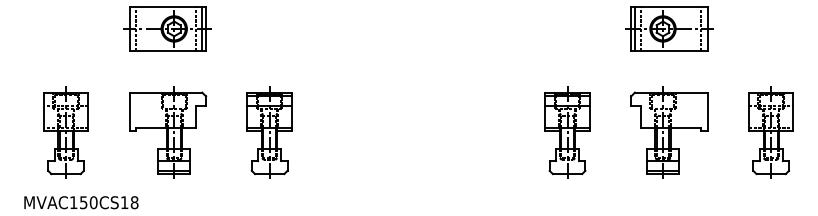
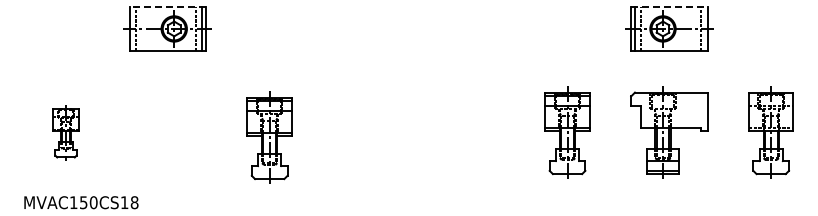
line at (167, 6): solid -> dashed
line at (669, 6): solid -> dashed
part at (65, 132) size: 46x93 px -> 28x56 px
part at (168, 132): present -> none
part at (269, 132) position: (269, 132) -> (269, 137)
